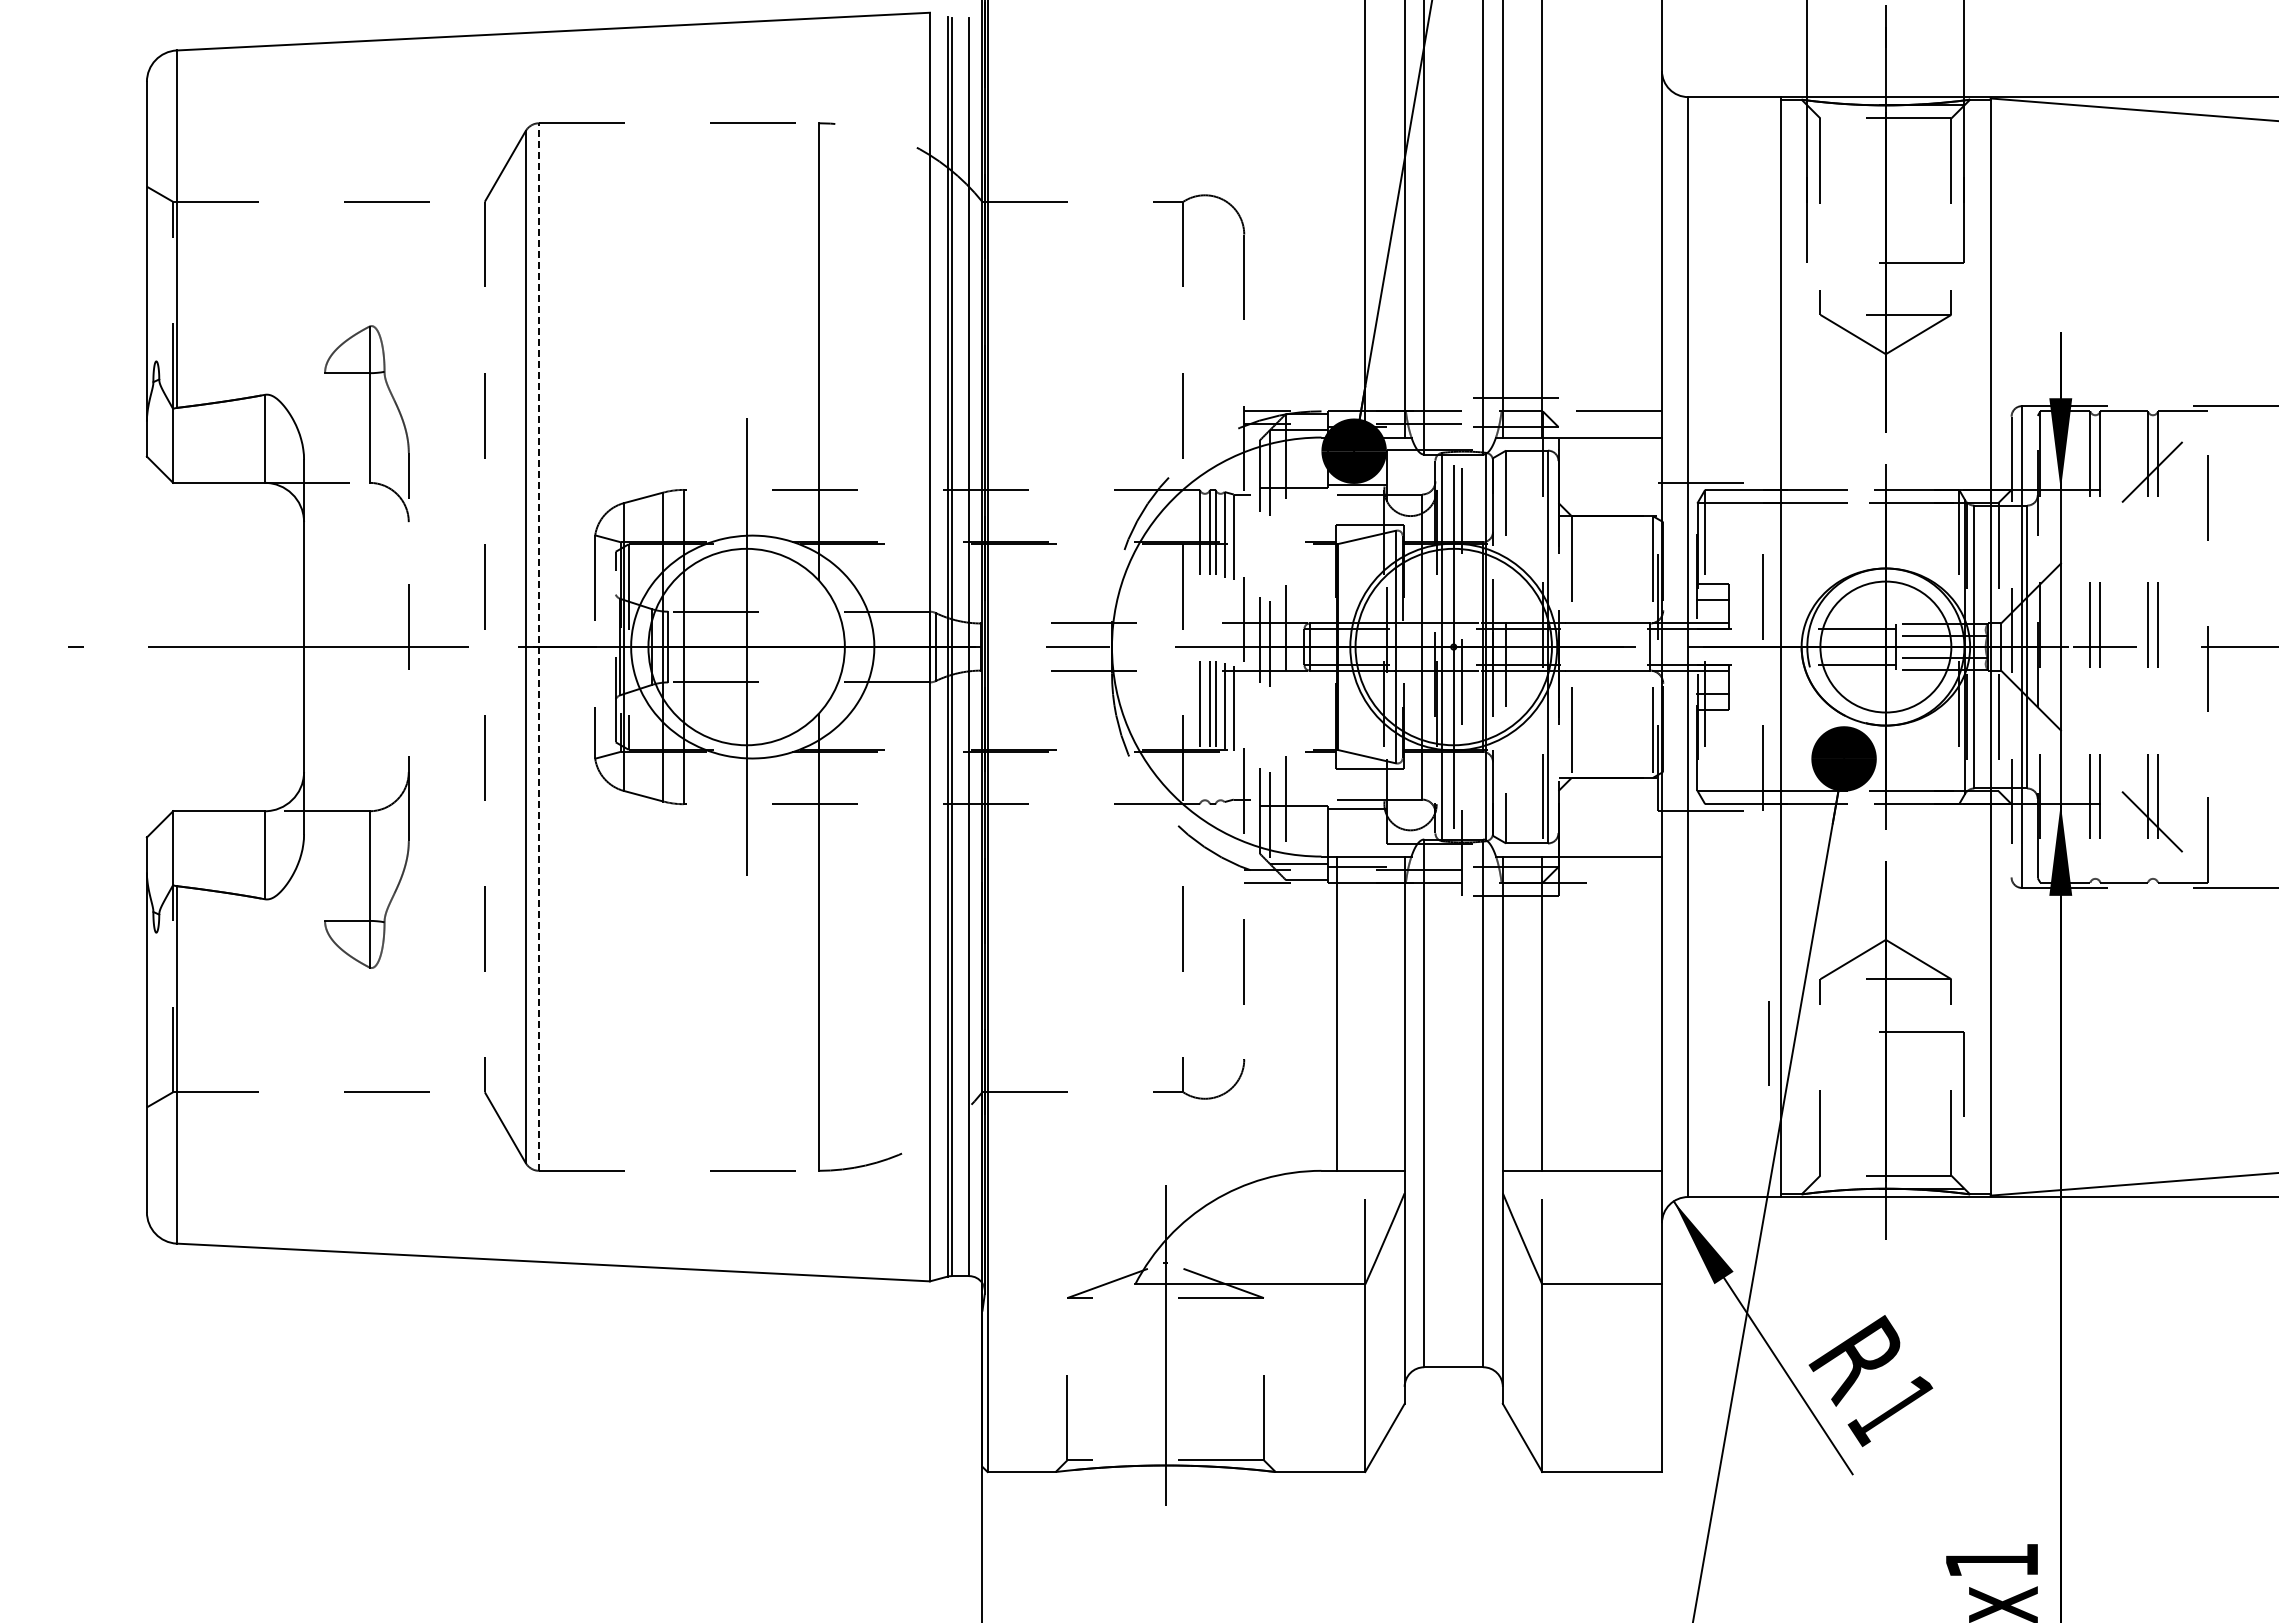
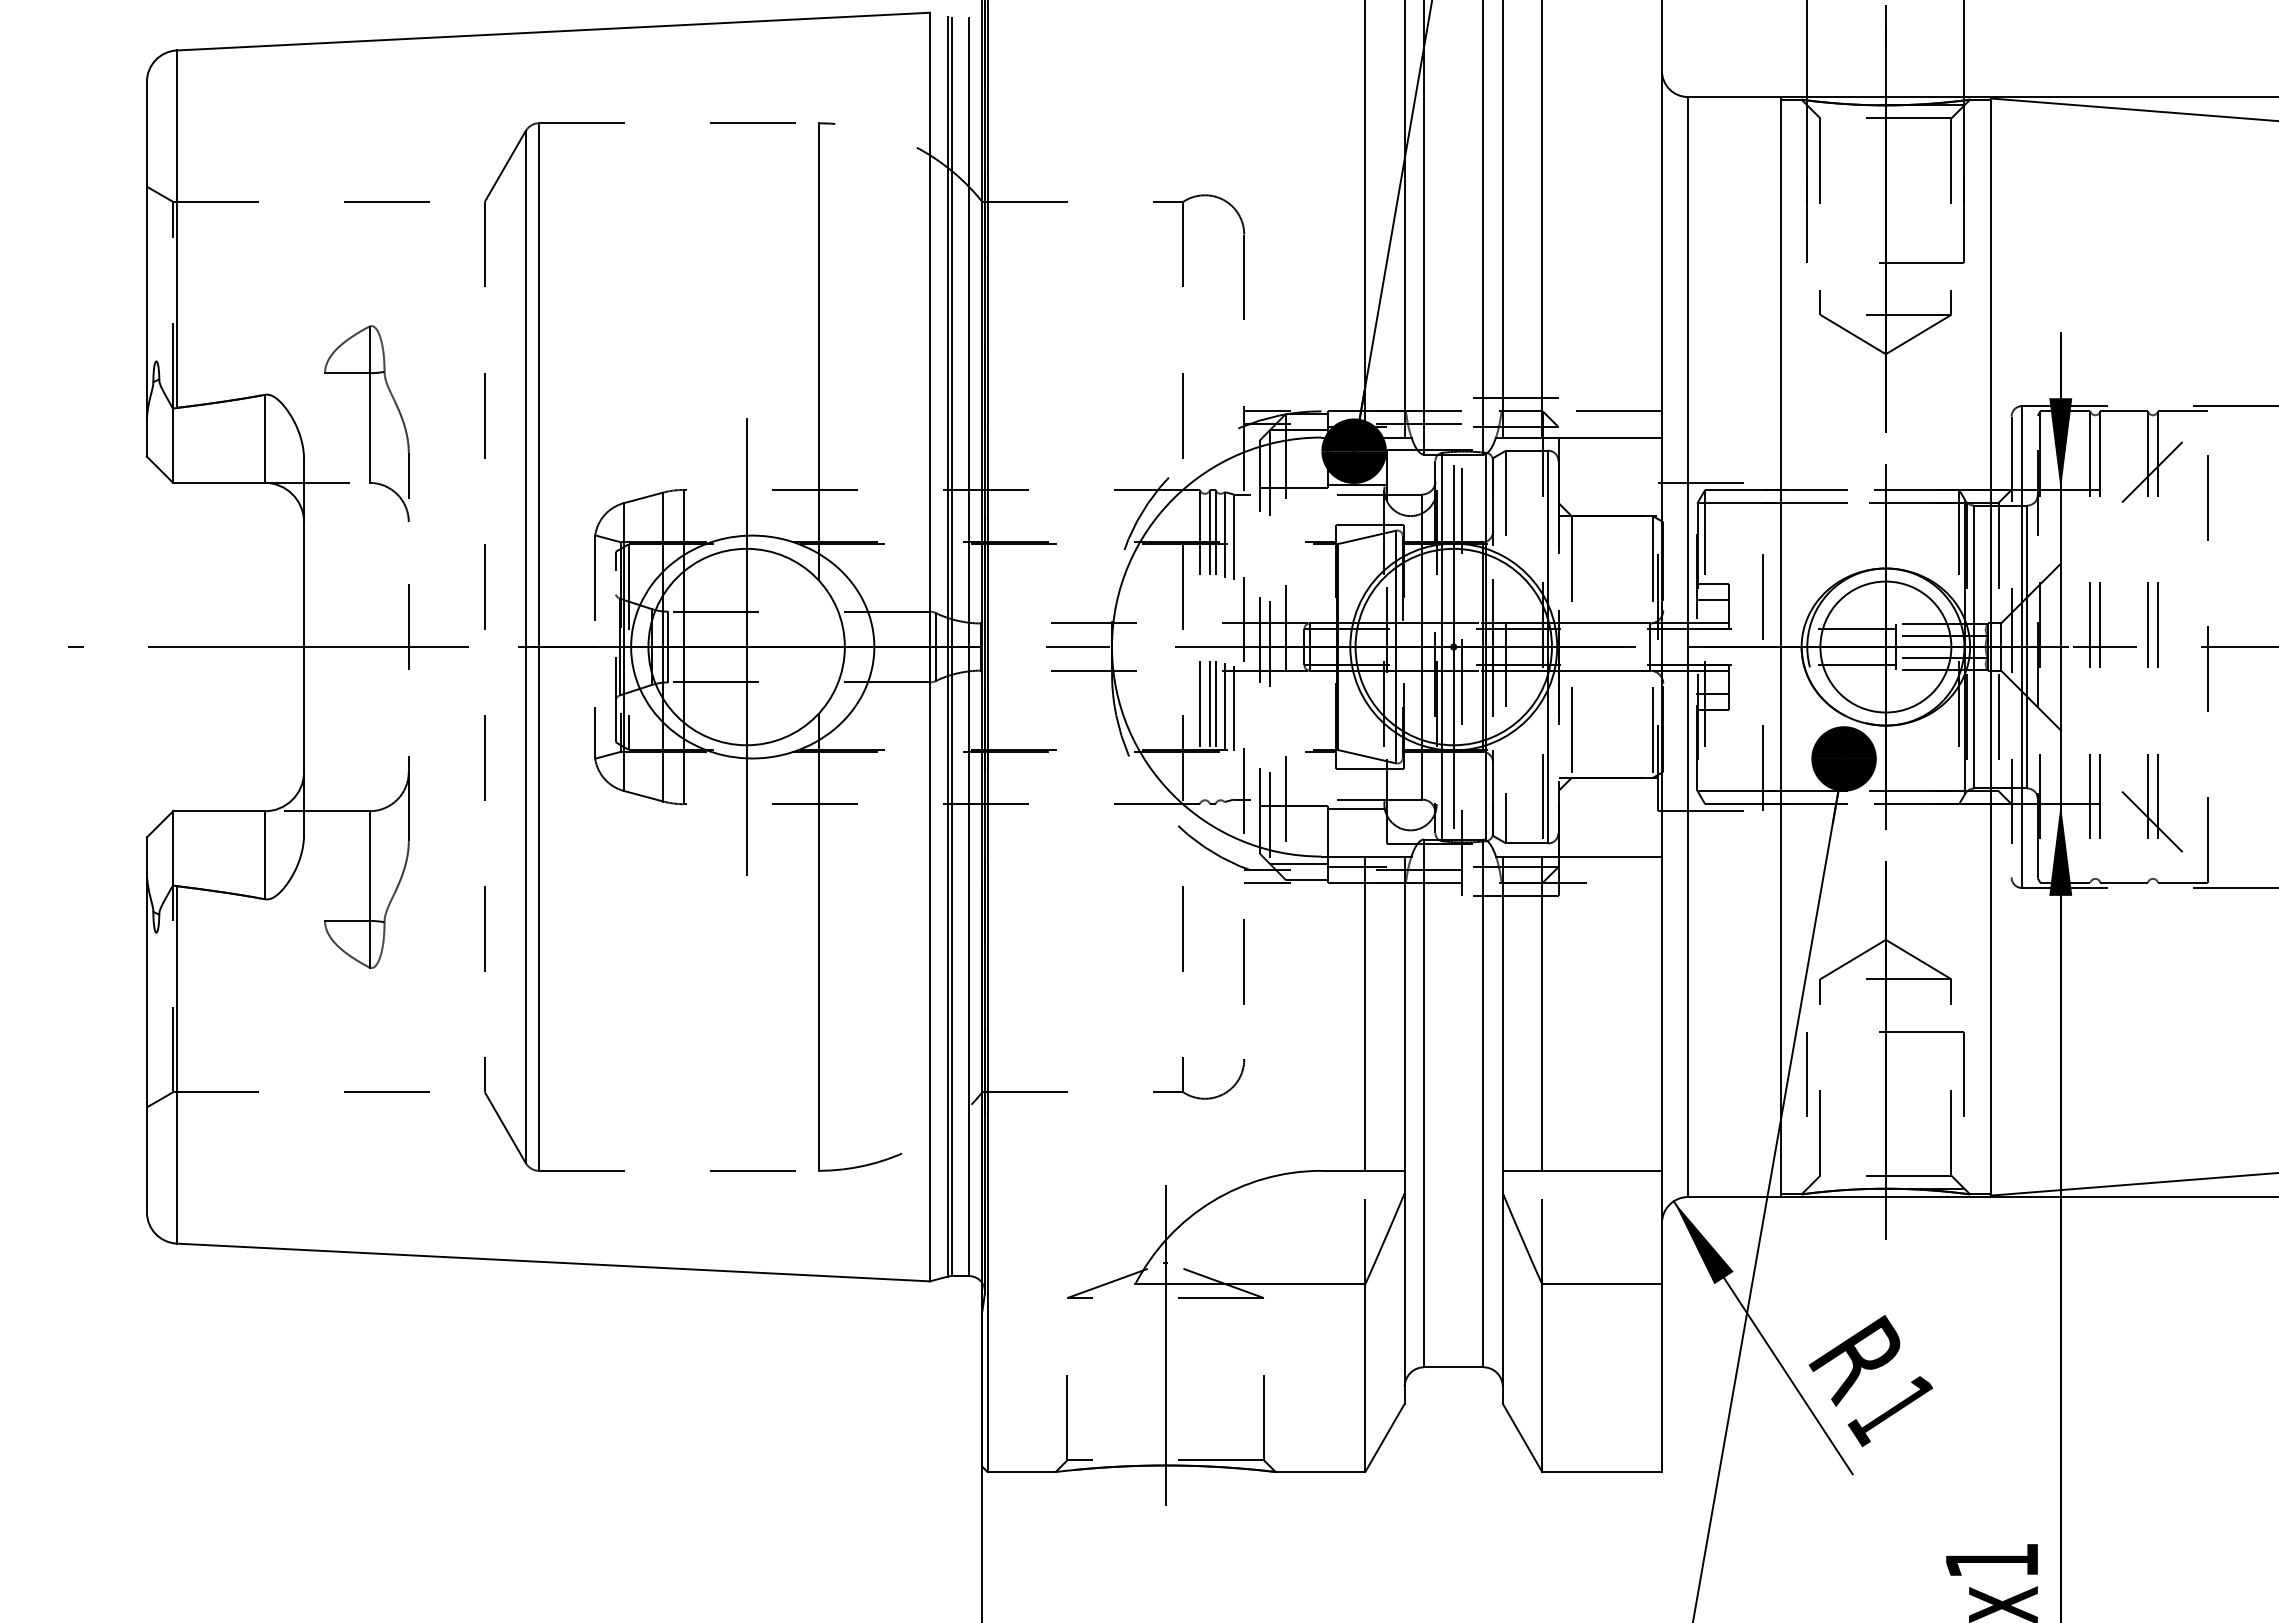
line at (539, 647): dashed -> solid
line at (1337, 1013) position: (1337, 1013) -> (1365, 1013)
line at (1768, 1043) position: (1768, 1043) -> (1806, 1074)
